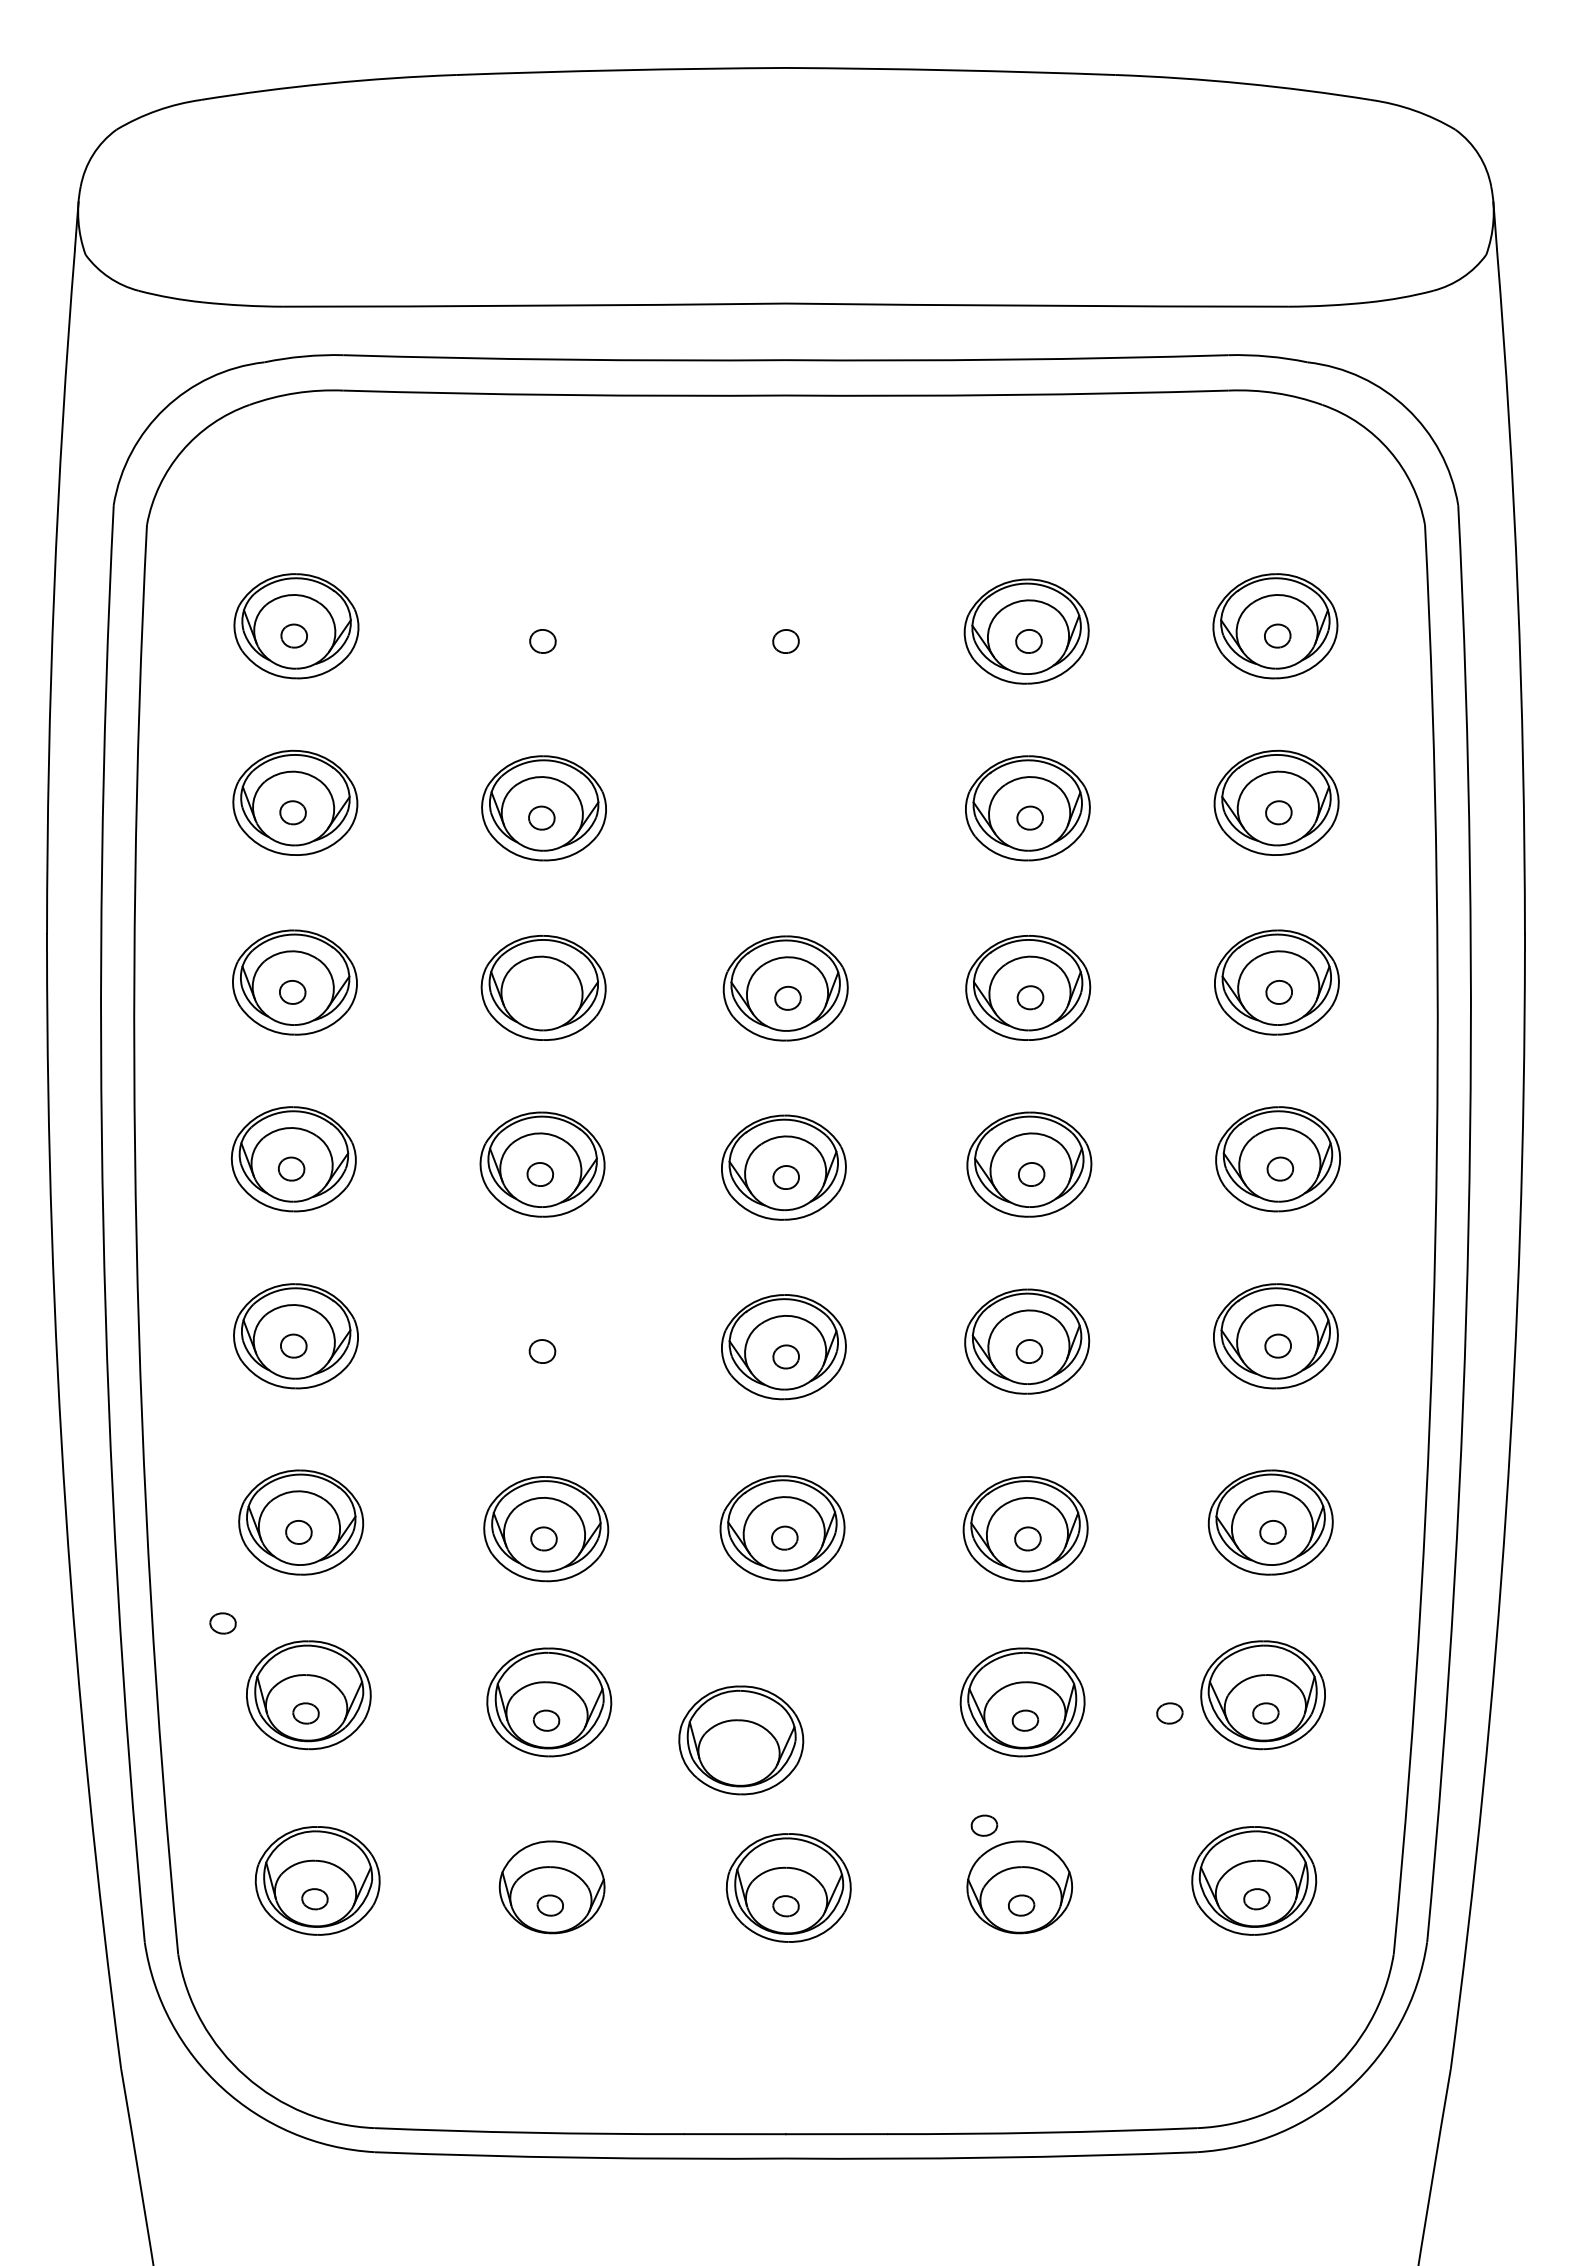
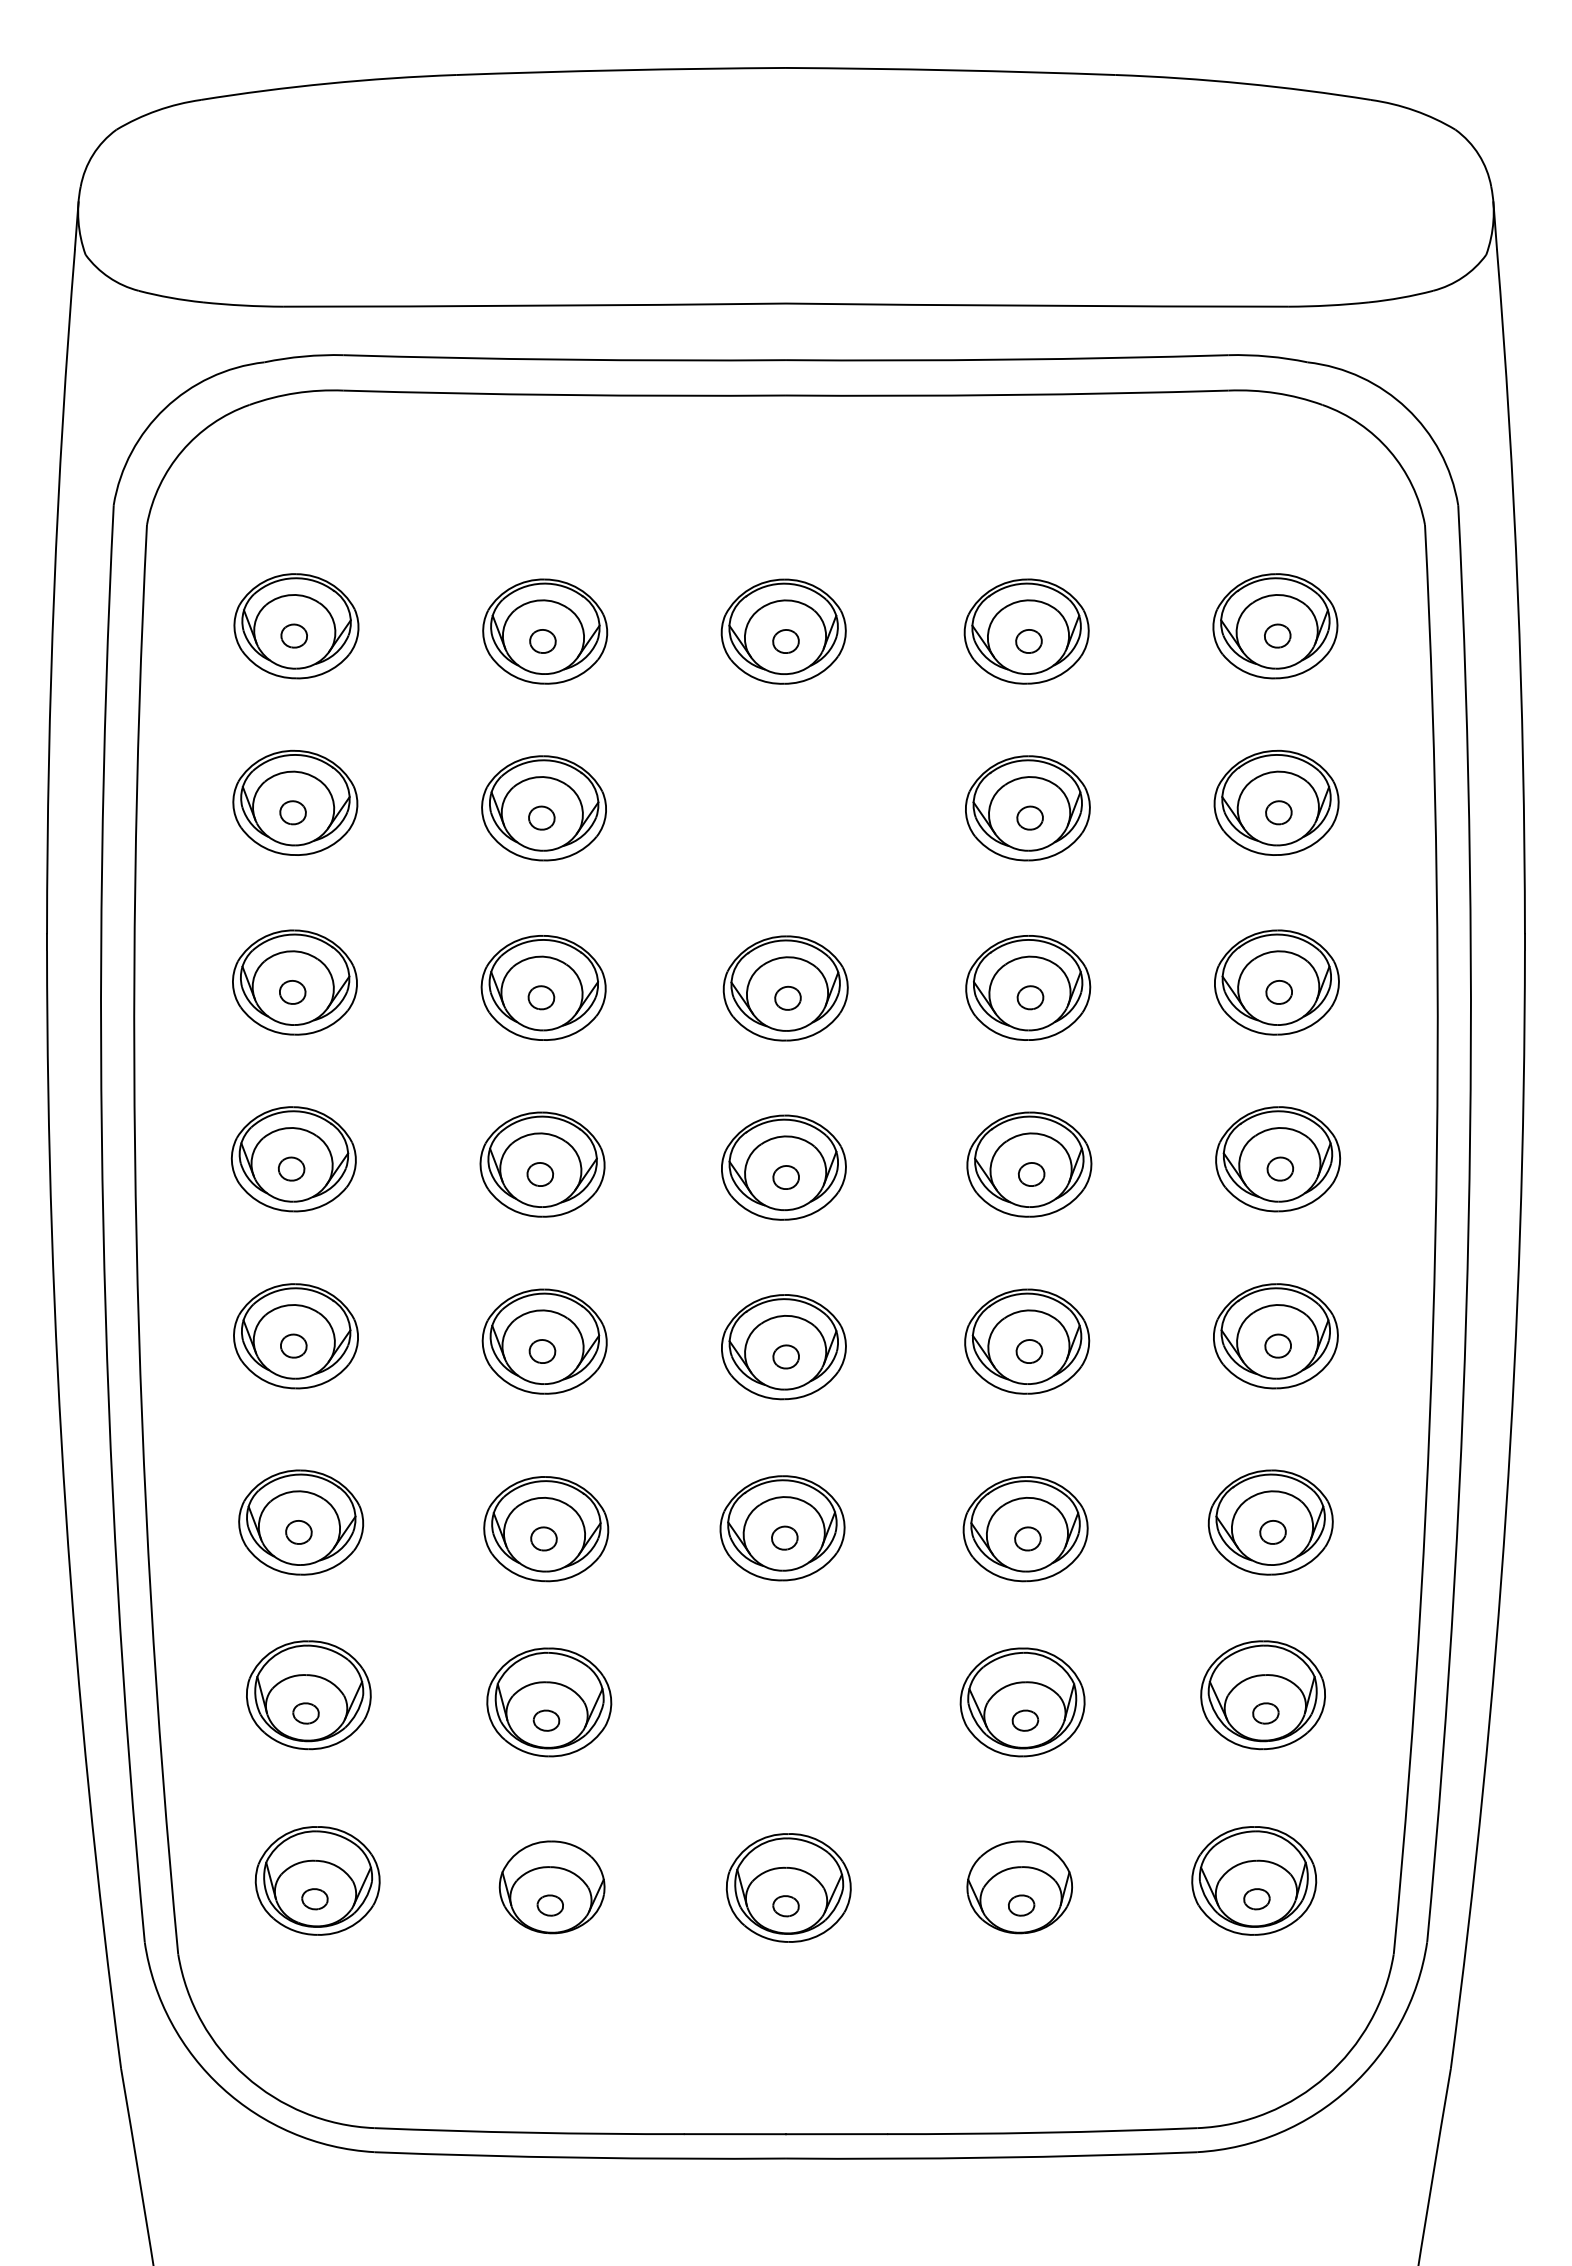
part at (545, 631): none -> present
part at (783, 631): none -> present
part at (541, 997): none -> present
part at (544, 1341): none -> present
part at (222, 1623): present -> none
part at (1169, 1713): present -> none
part at (741, 1740): present -> none
part at (984, 1825): present -> none
